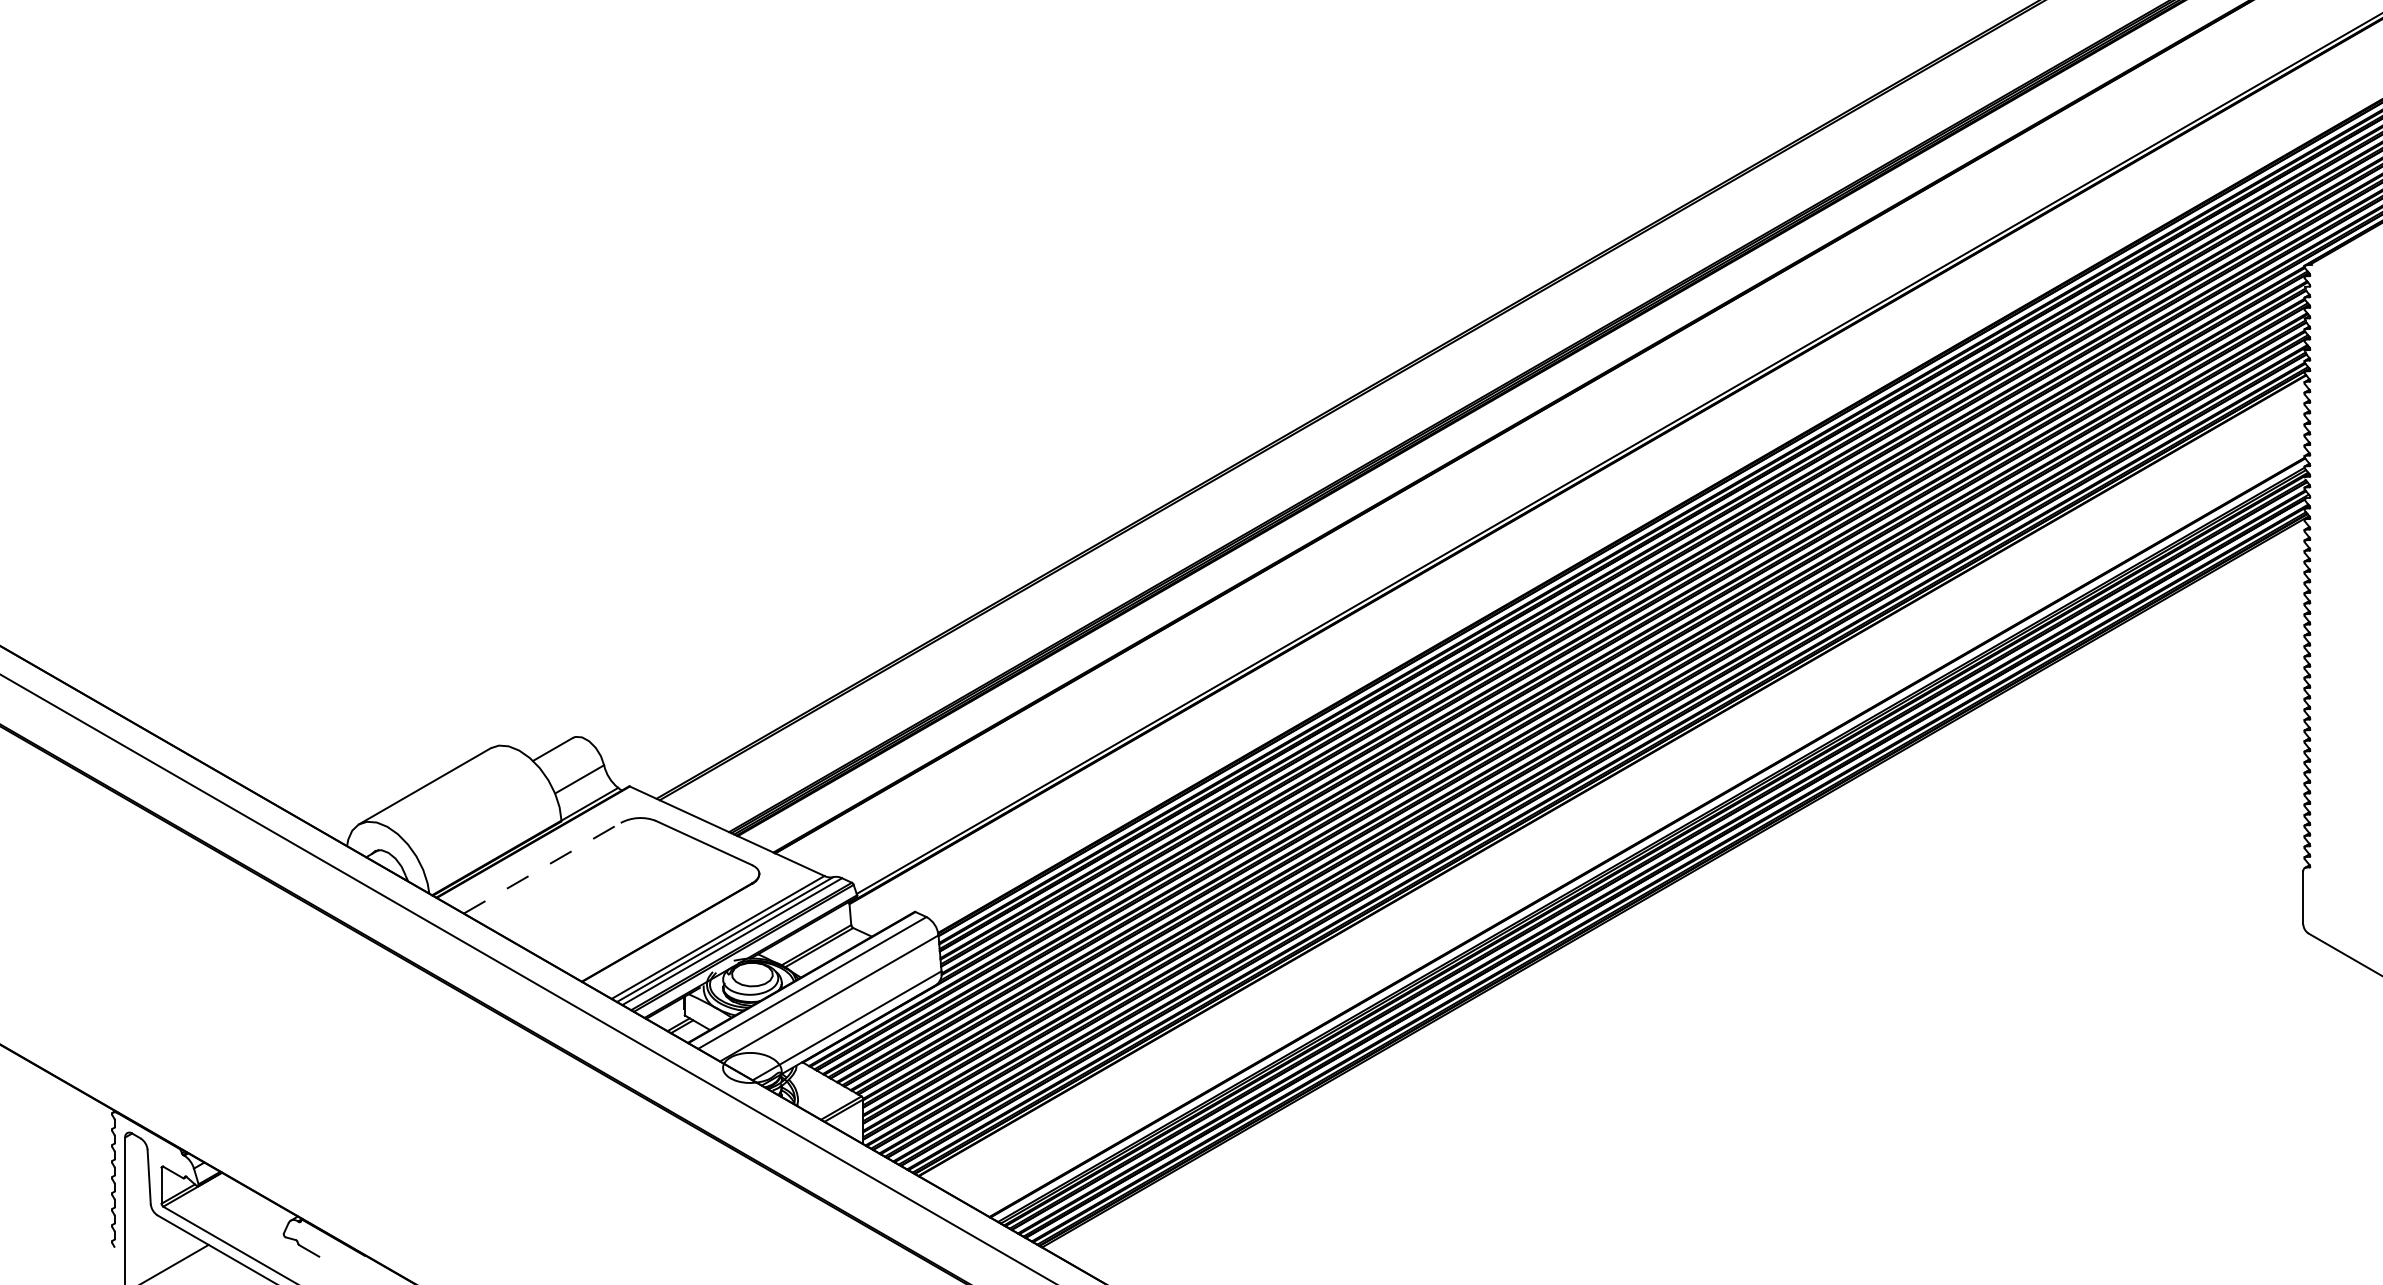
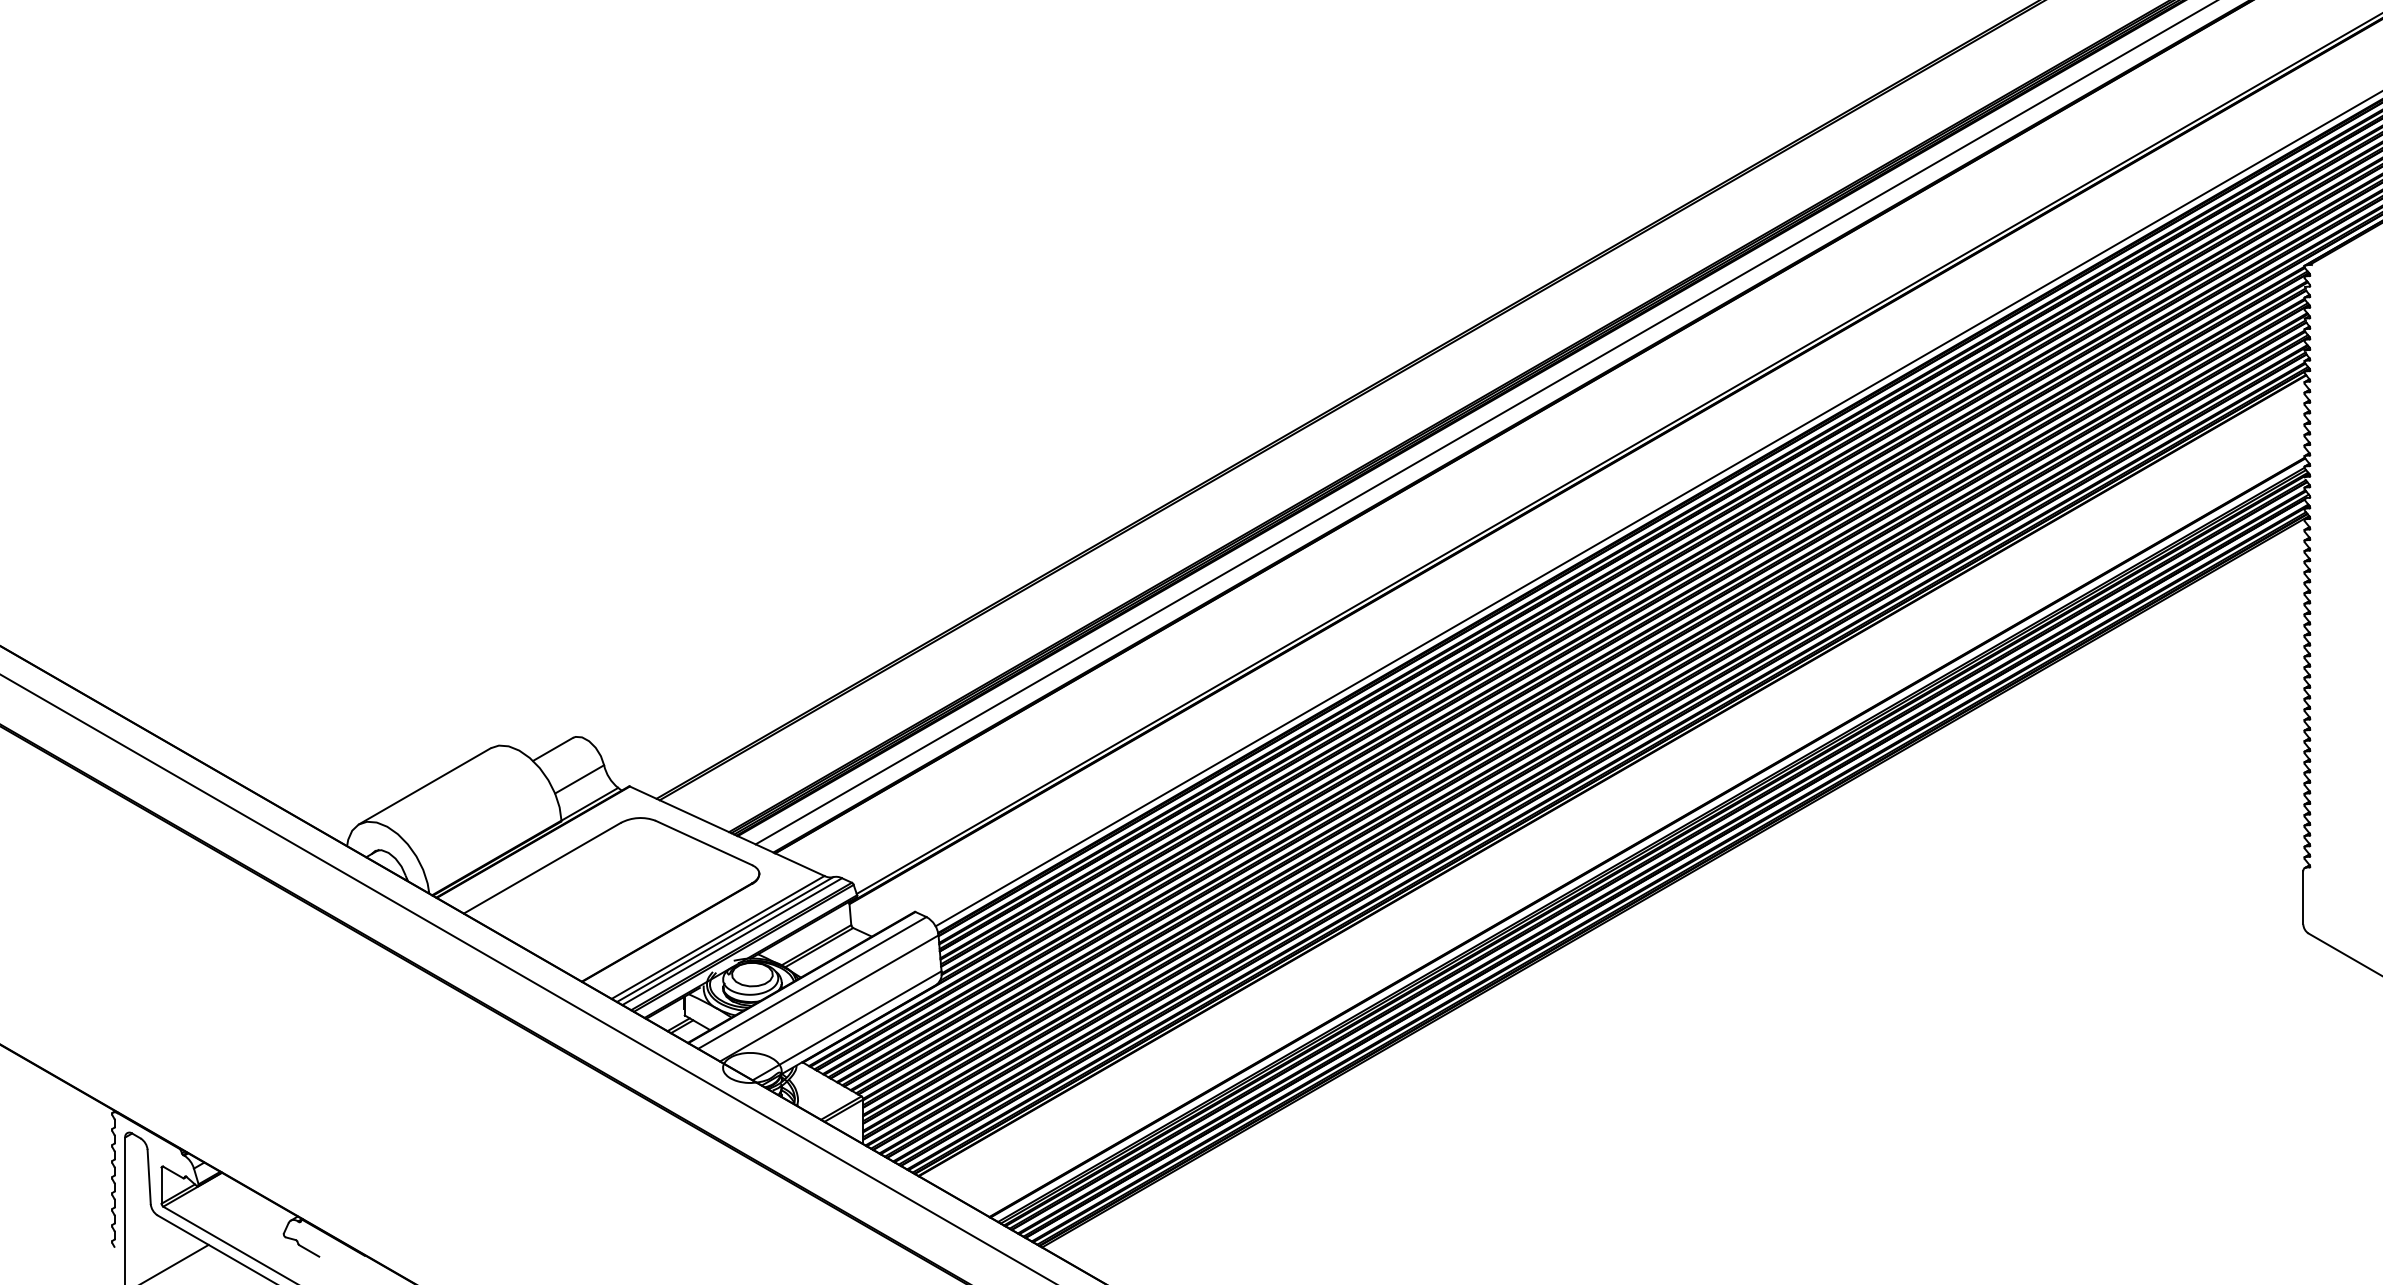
line at (1484, 423): none -> present
line at (1657, 509): none -> present
line at (542, 868): dashed -> solid
